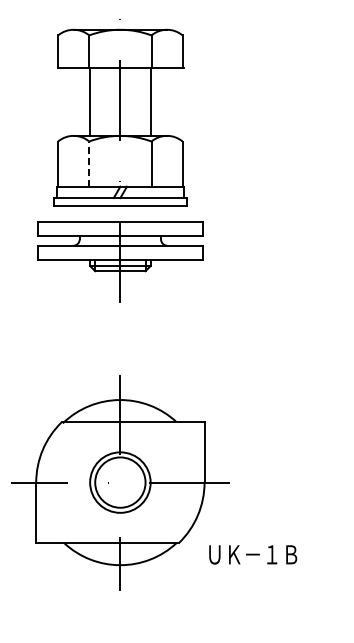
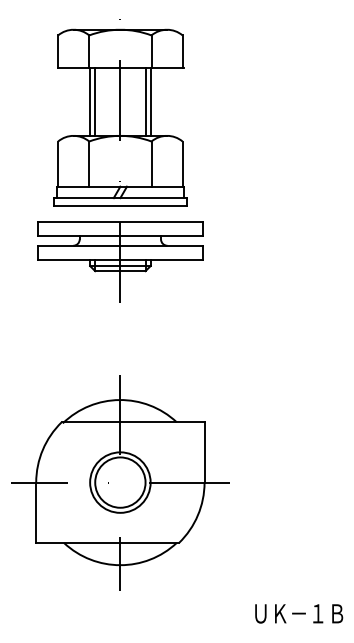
line at (95, 101): none -> present
line at (145, 101): none -> present
line at (89, 164): dashed -> solid
text at (253, 554) position: (253, 554) -> (299, 613)
